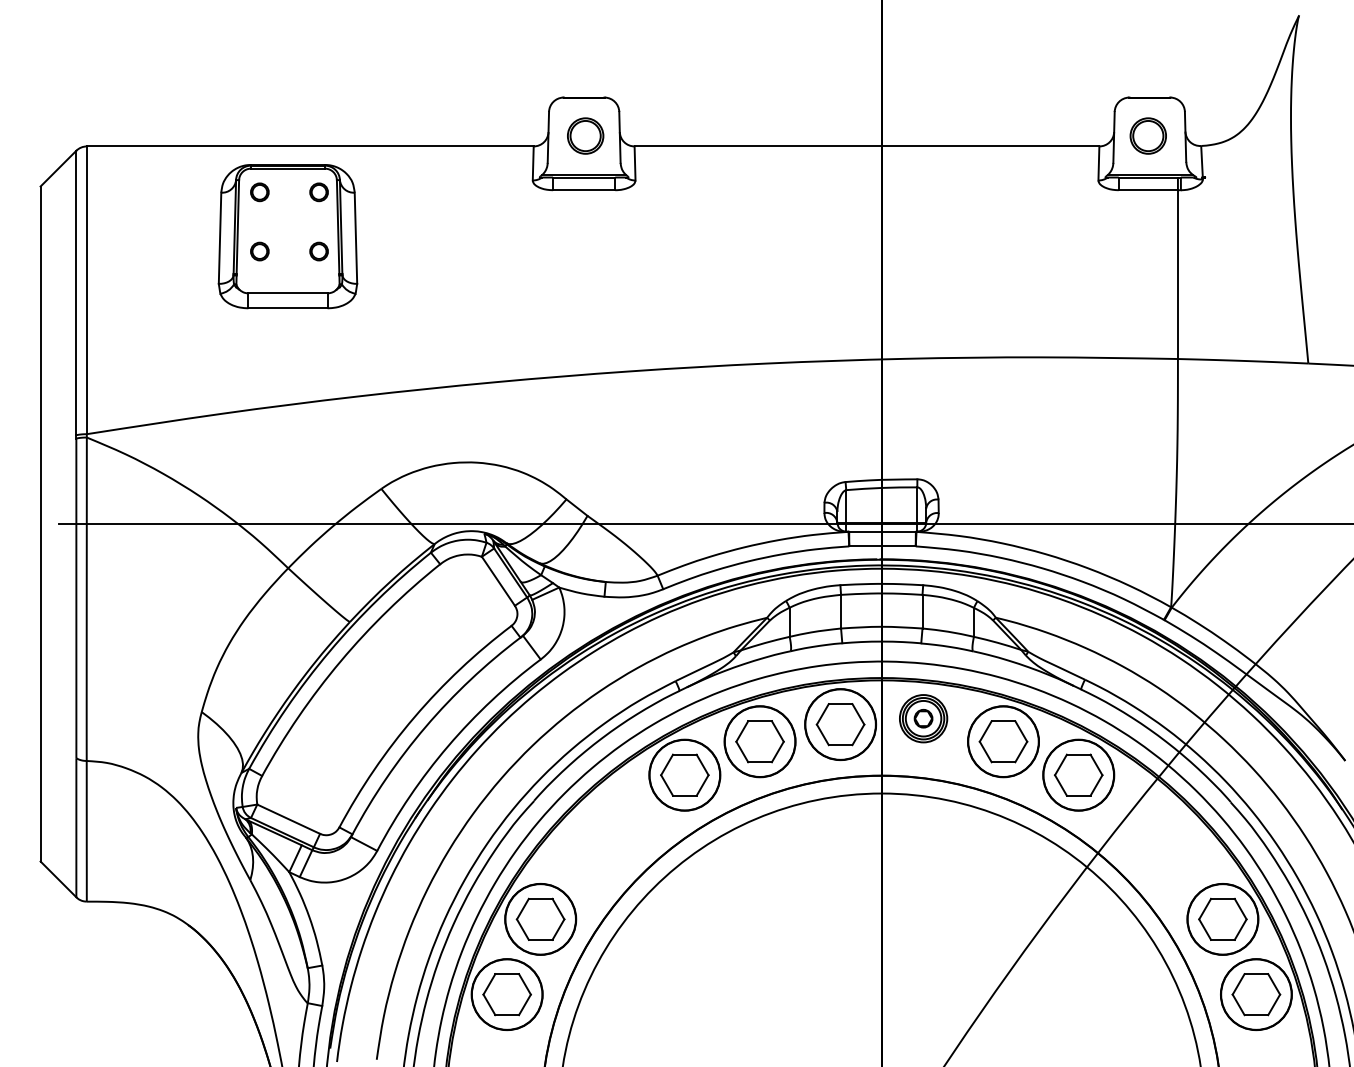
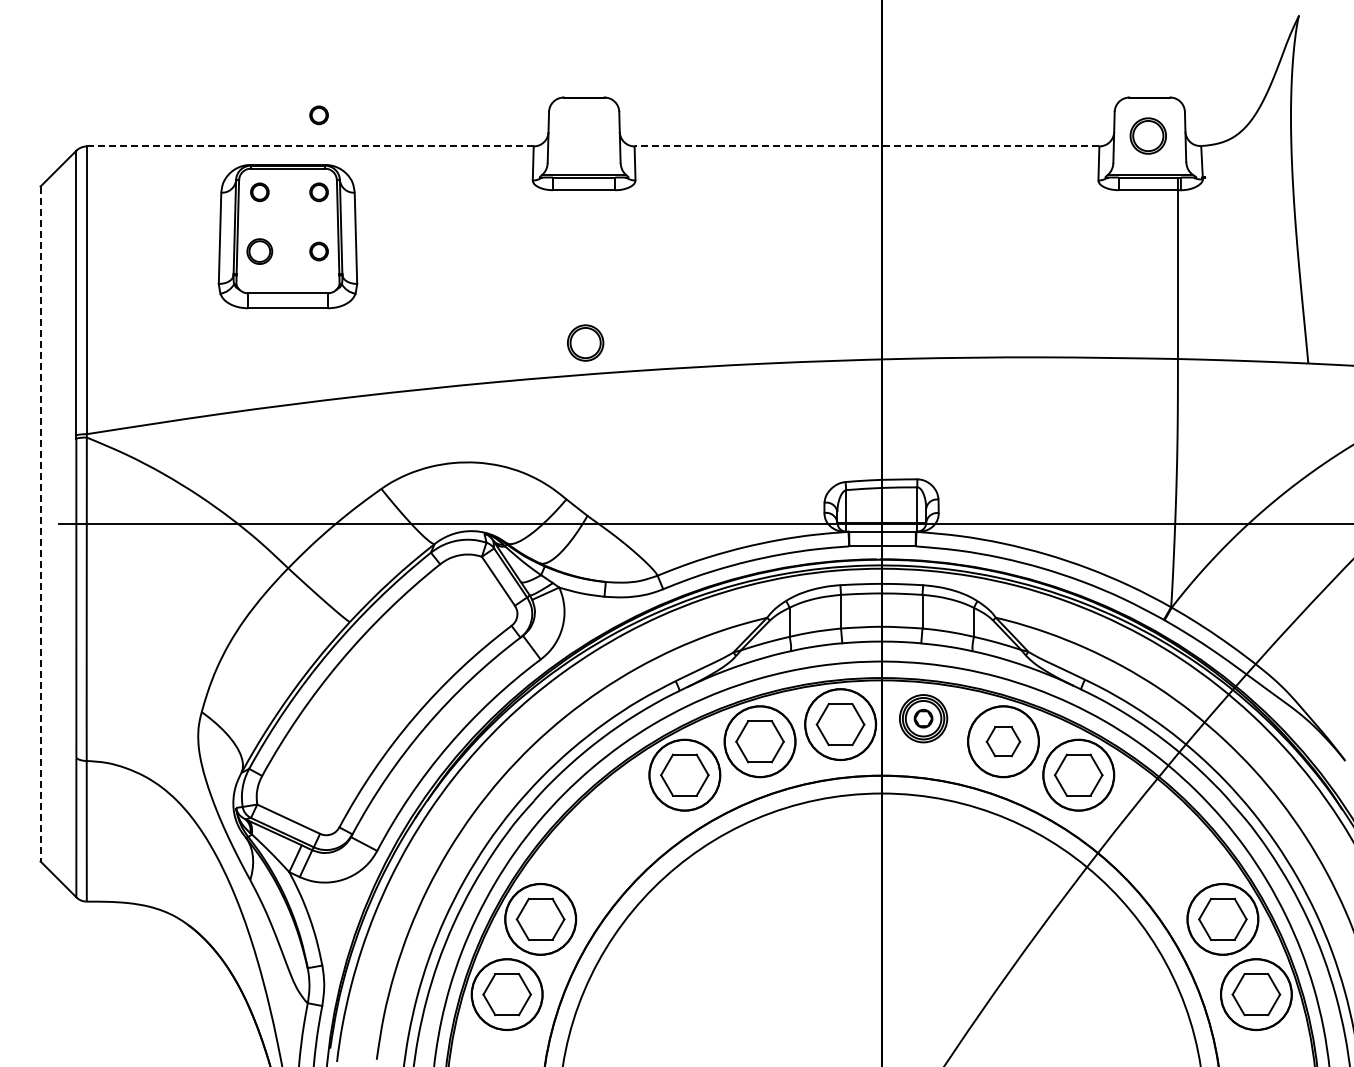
part at (318, 115): none -> present
part at (585, 135) position: (585, 135) -> (585, 342)
line at (309, 146): solid -> dashed
line at (866, 146): solid -> dashed
part at (259, 251) size: 20x21 px -> 28x27 px
line at (40, 524): solid -> dashed
part at (1003, 741) size: 51x44 px -> 37x32 px
